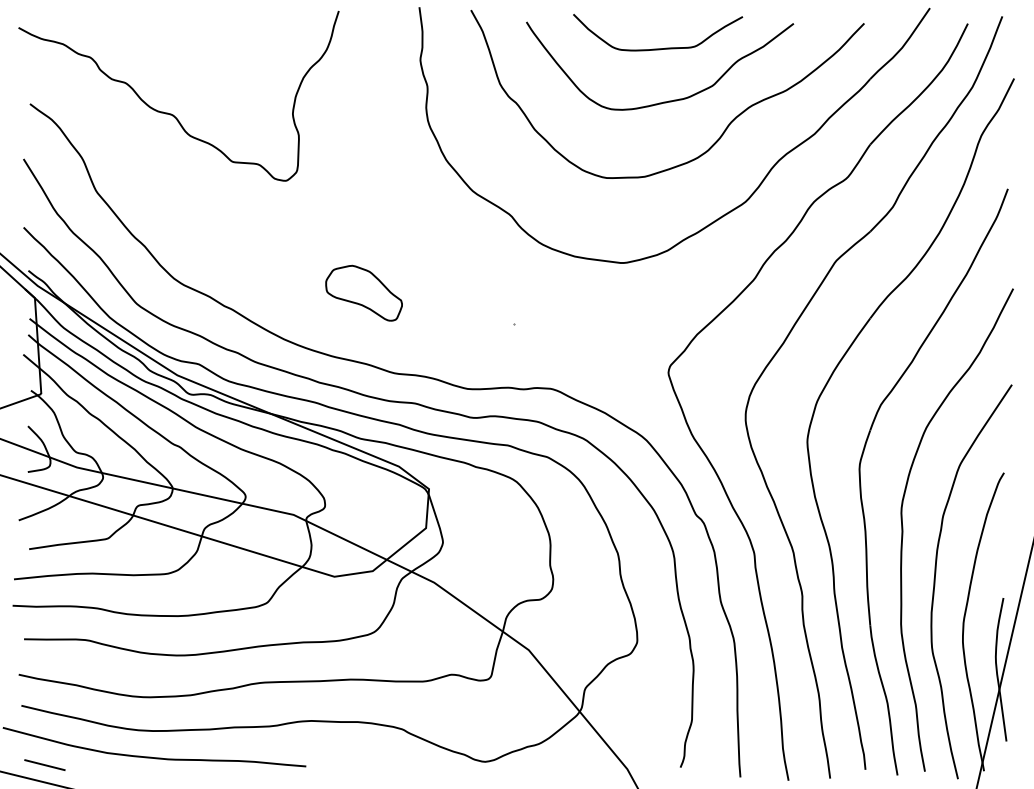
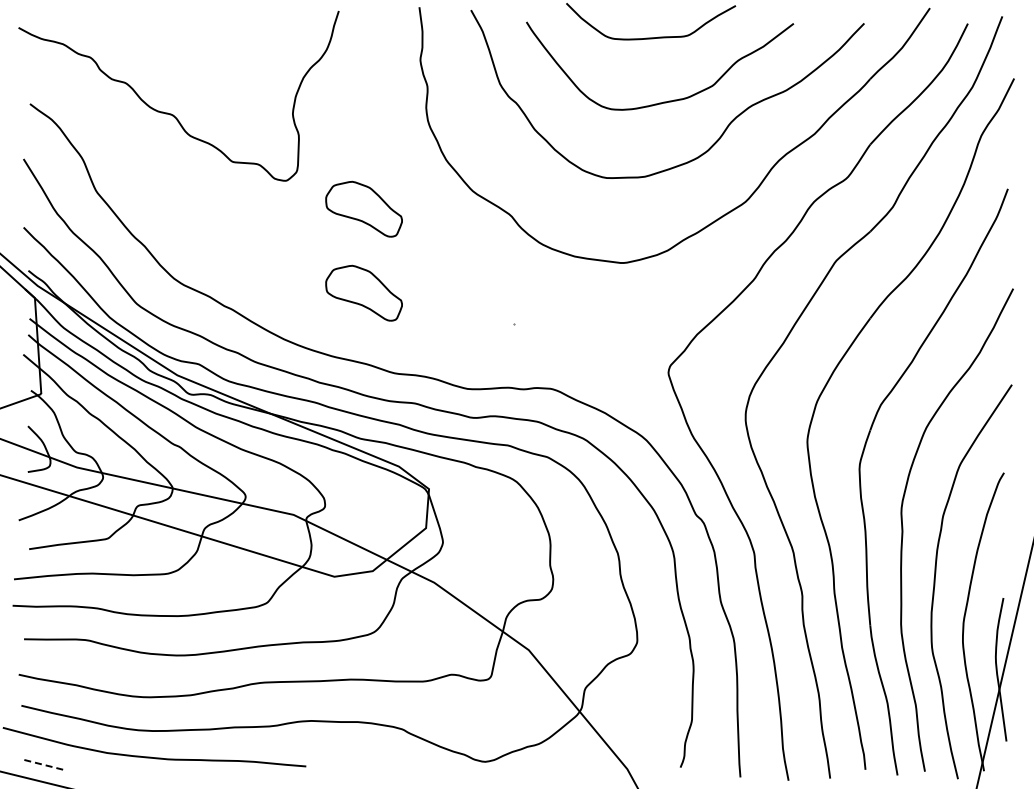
curve at (658, 48) position: (658, 48) -> (651, 37)
part at (363, 208): none -> present
line at (45, 765): solid -> dashed
